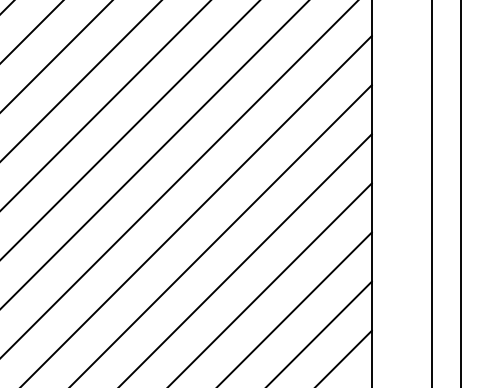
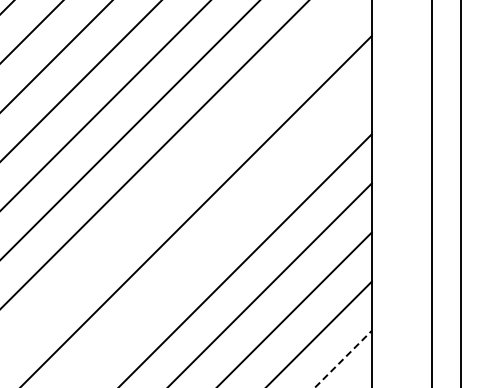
line at (179, 179): present -> none
line at (221, 234): present -> none
line at (343, 359): solid -> dashed
